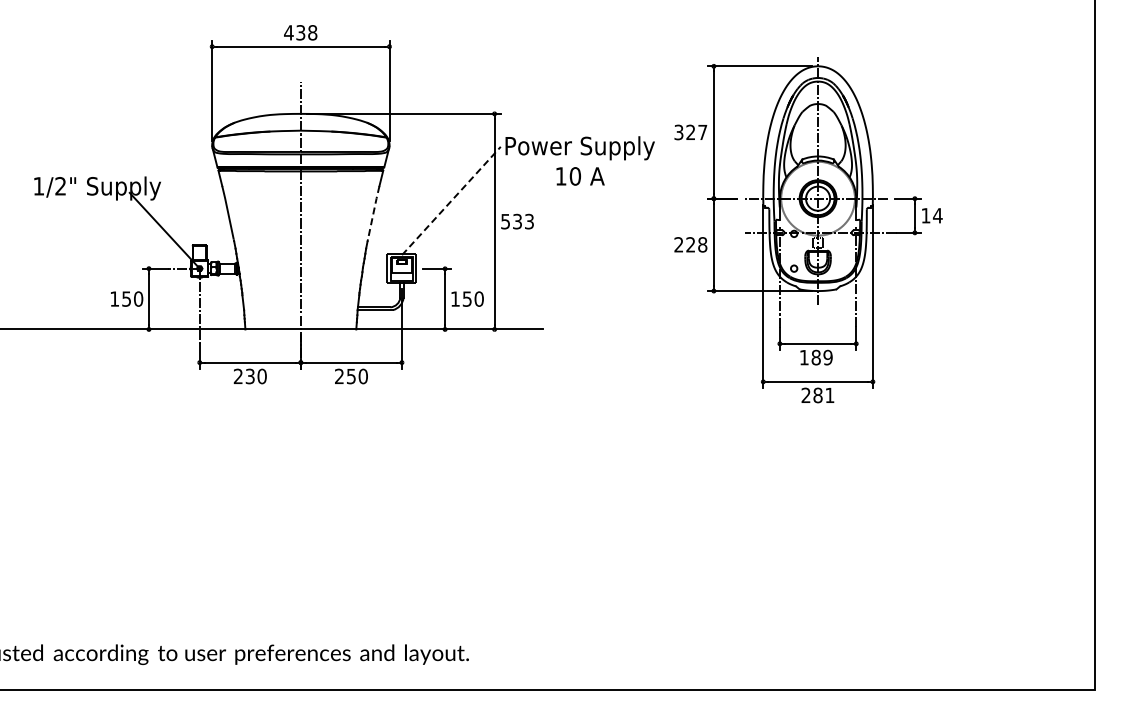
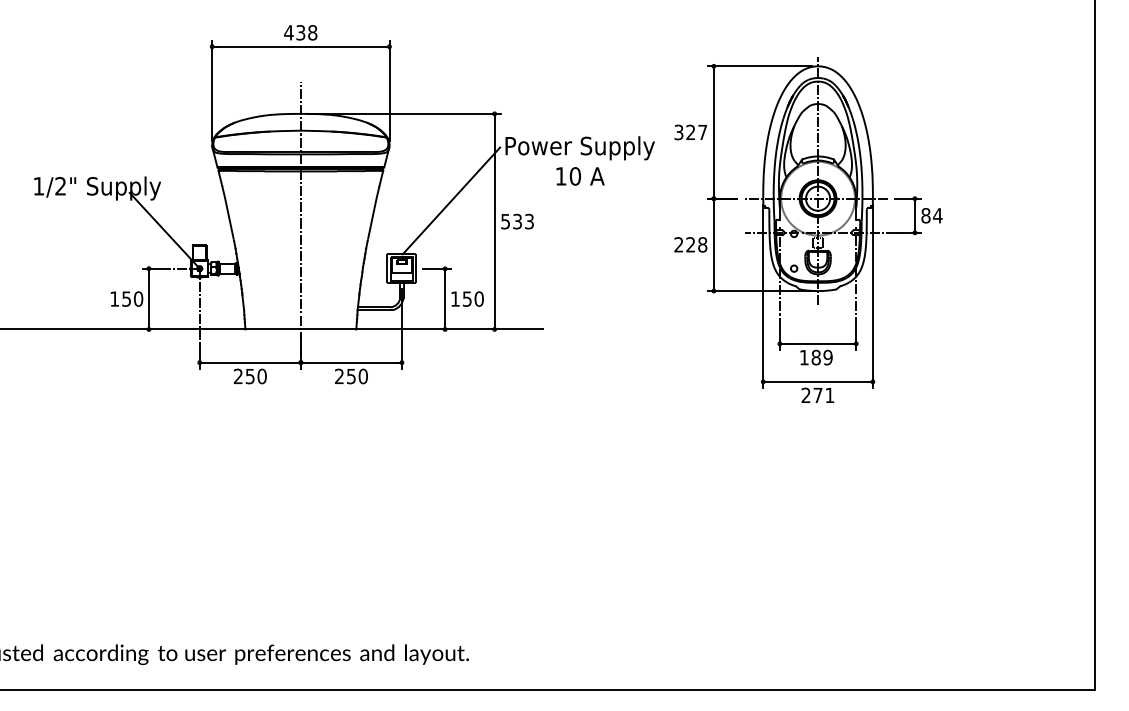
line at (451, 200): dashed -> solid
line at (373, 211): dashed -> solid
text at (925, 215): 14 -> 84
text at (250, 375): 230 -> 250
text at (817, 395): 281 -> 271
